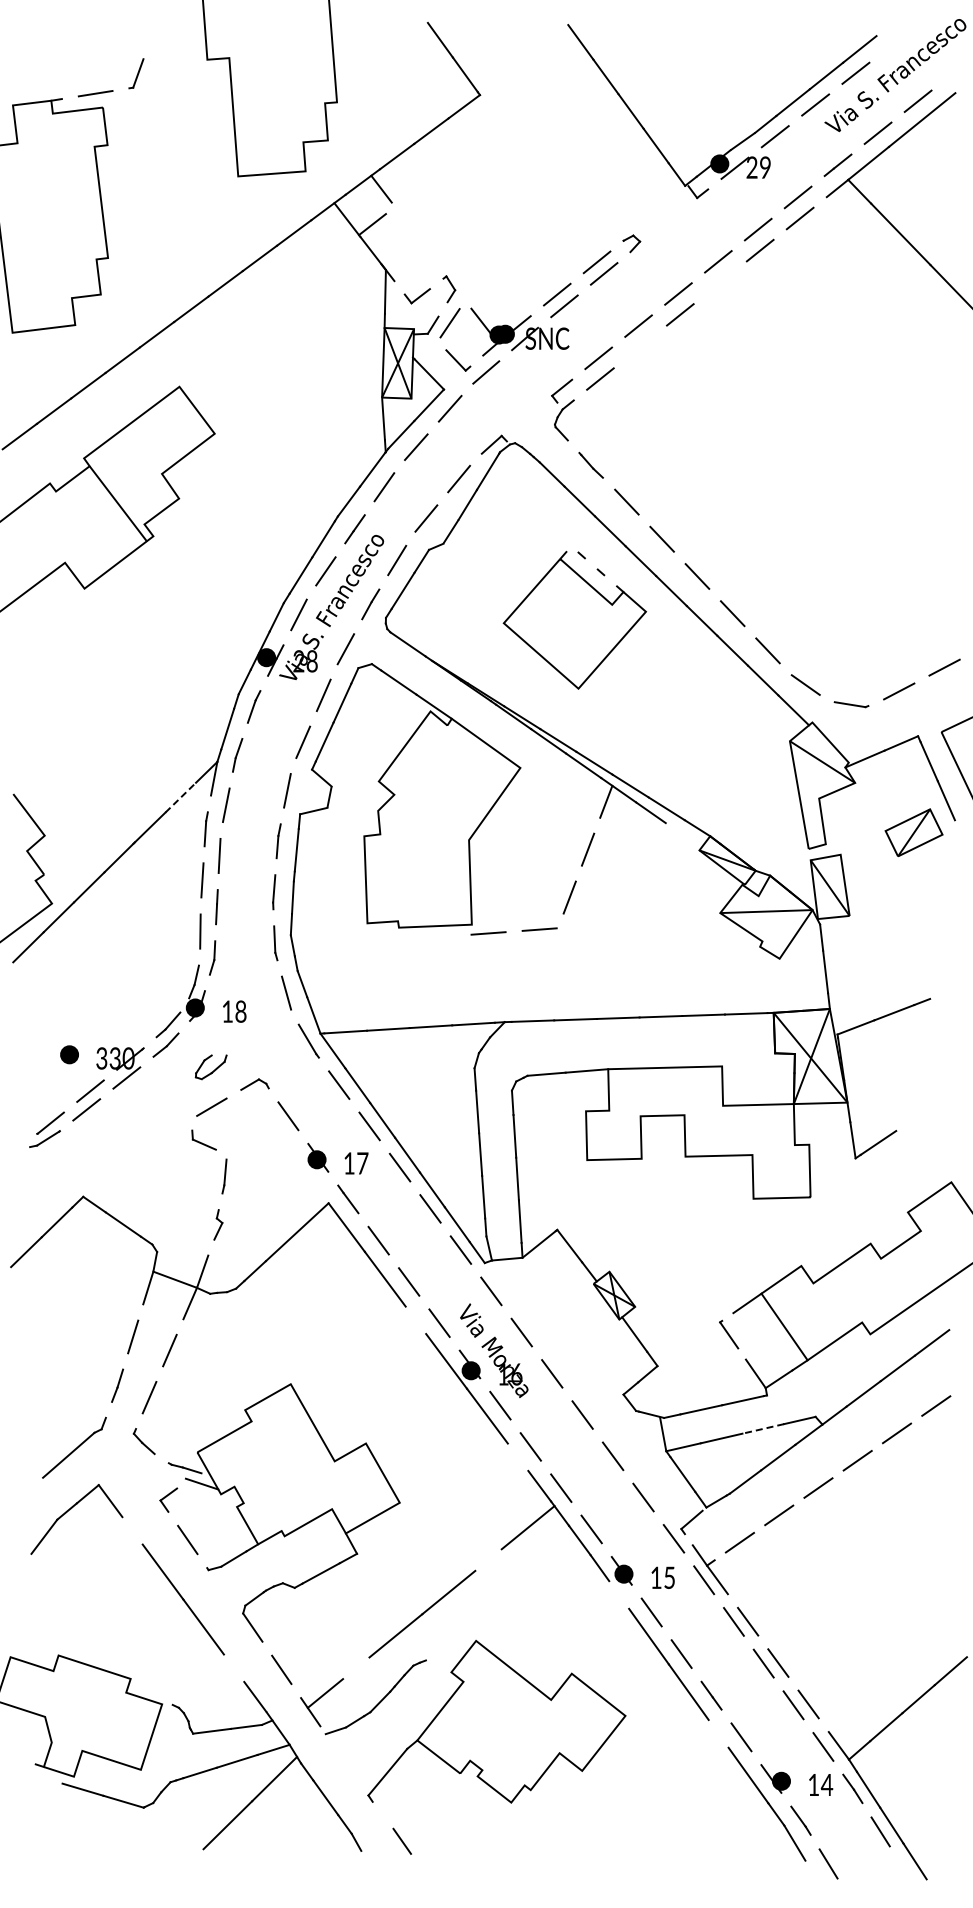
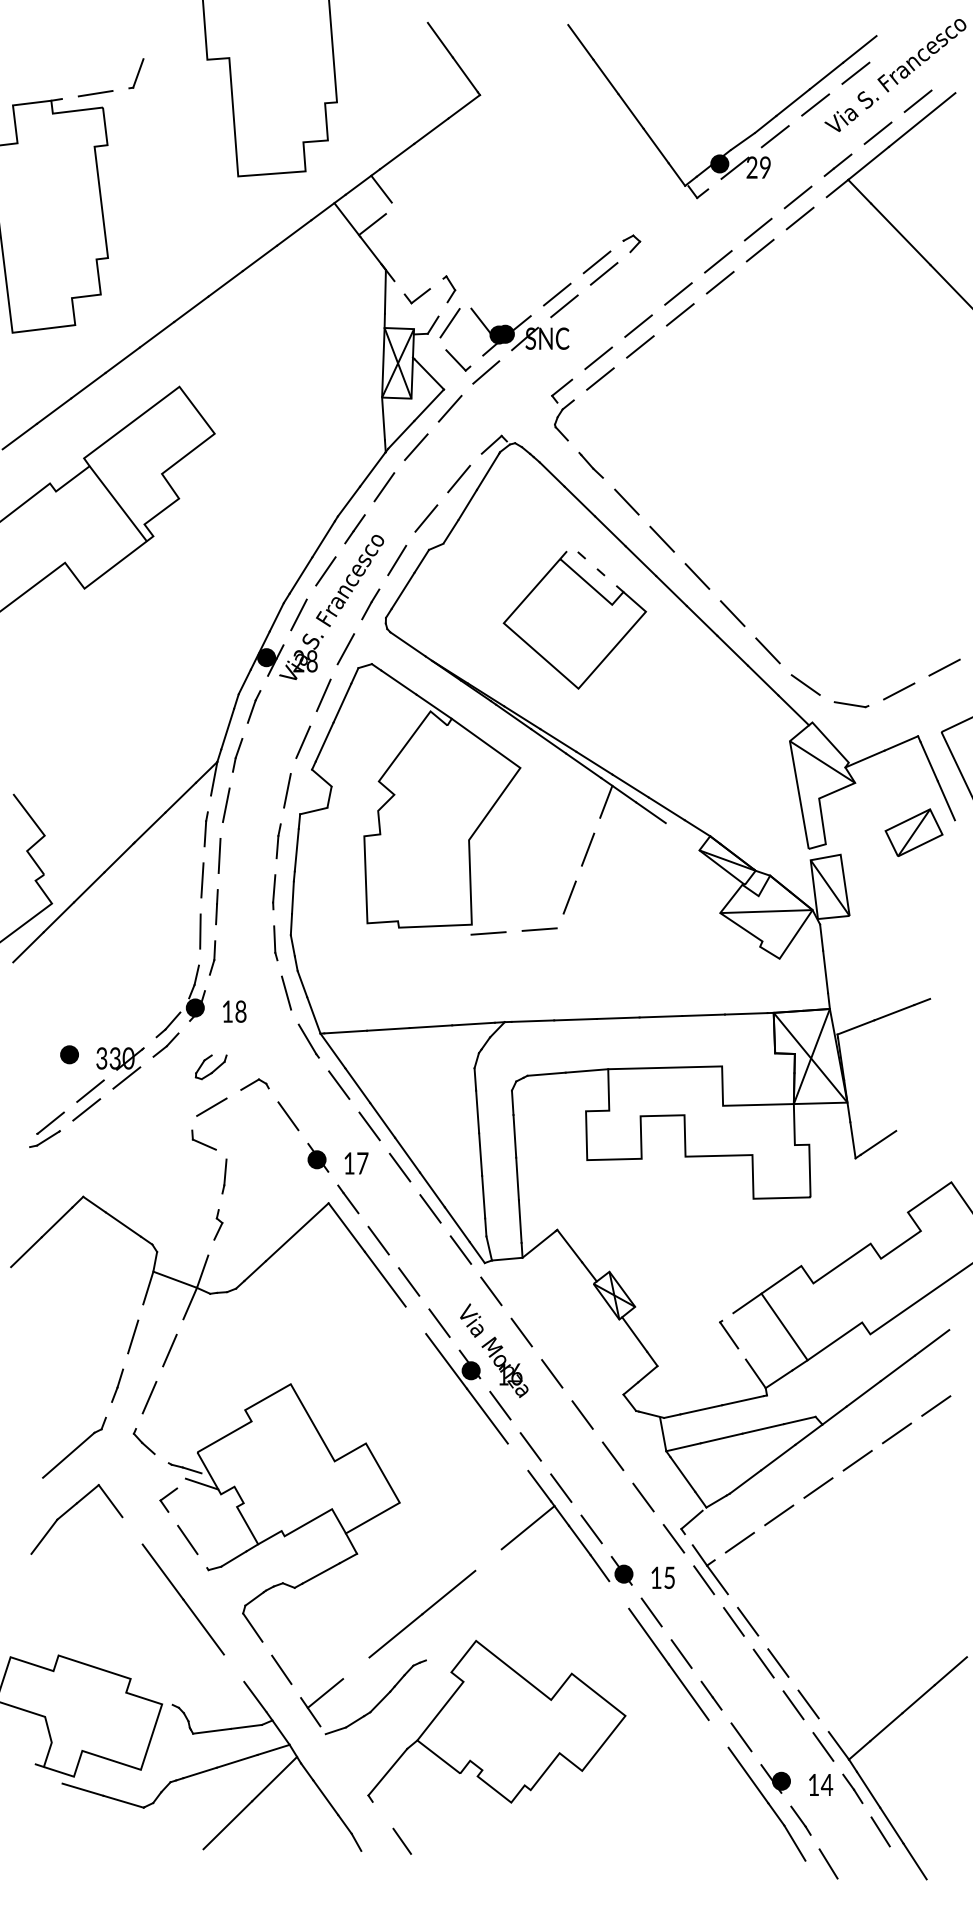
line at (719, 282): none -> present
line at (640, 346): none -> present
line at (181, 797): dashed -> solid
line at (762, 1429): dashed -> solid
